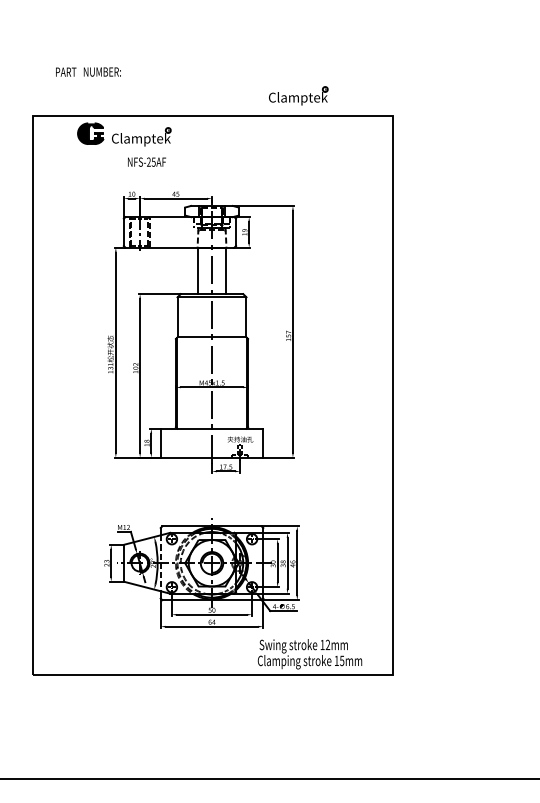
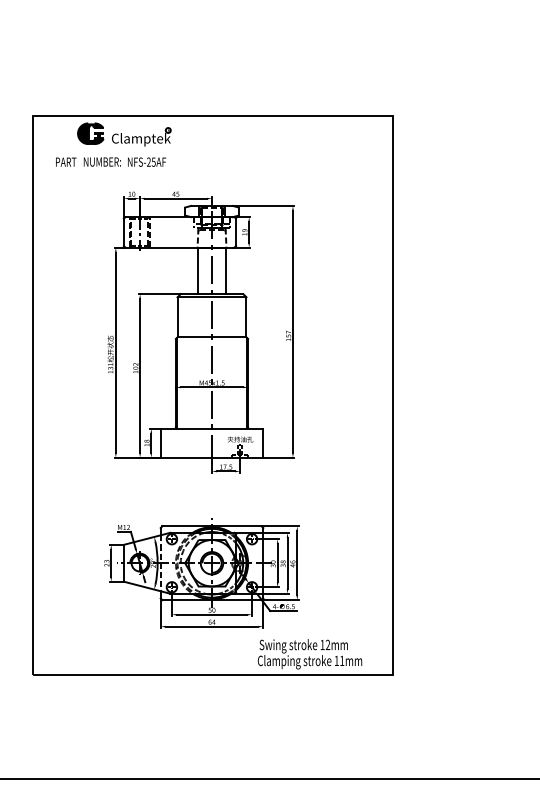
text at (88, 71) position: (88, 71) -> (88, 161)
part at (298, 95): present -> none
text at (342, 660): 15mm -> 11mm
